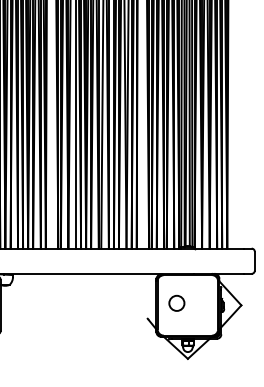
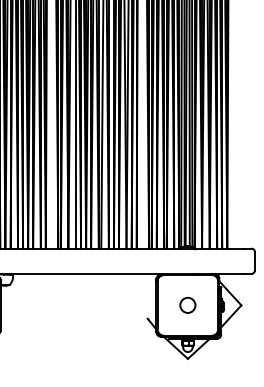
circle at (176, 302) position: (176, 302) -> (187, 304)
